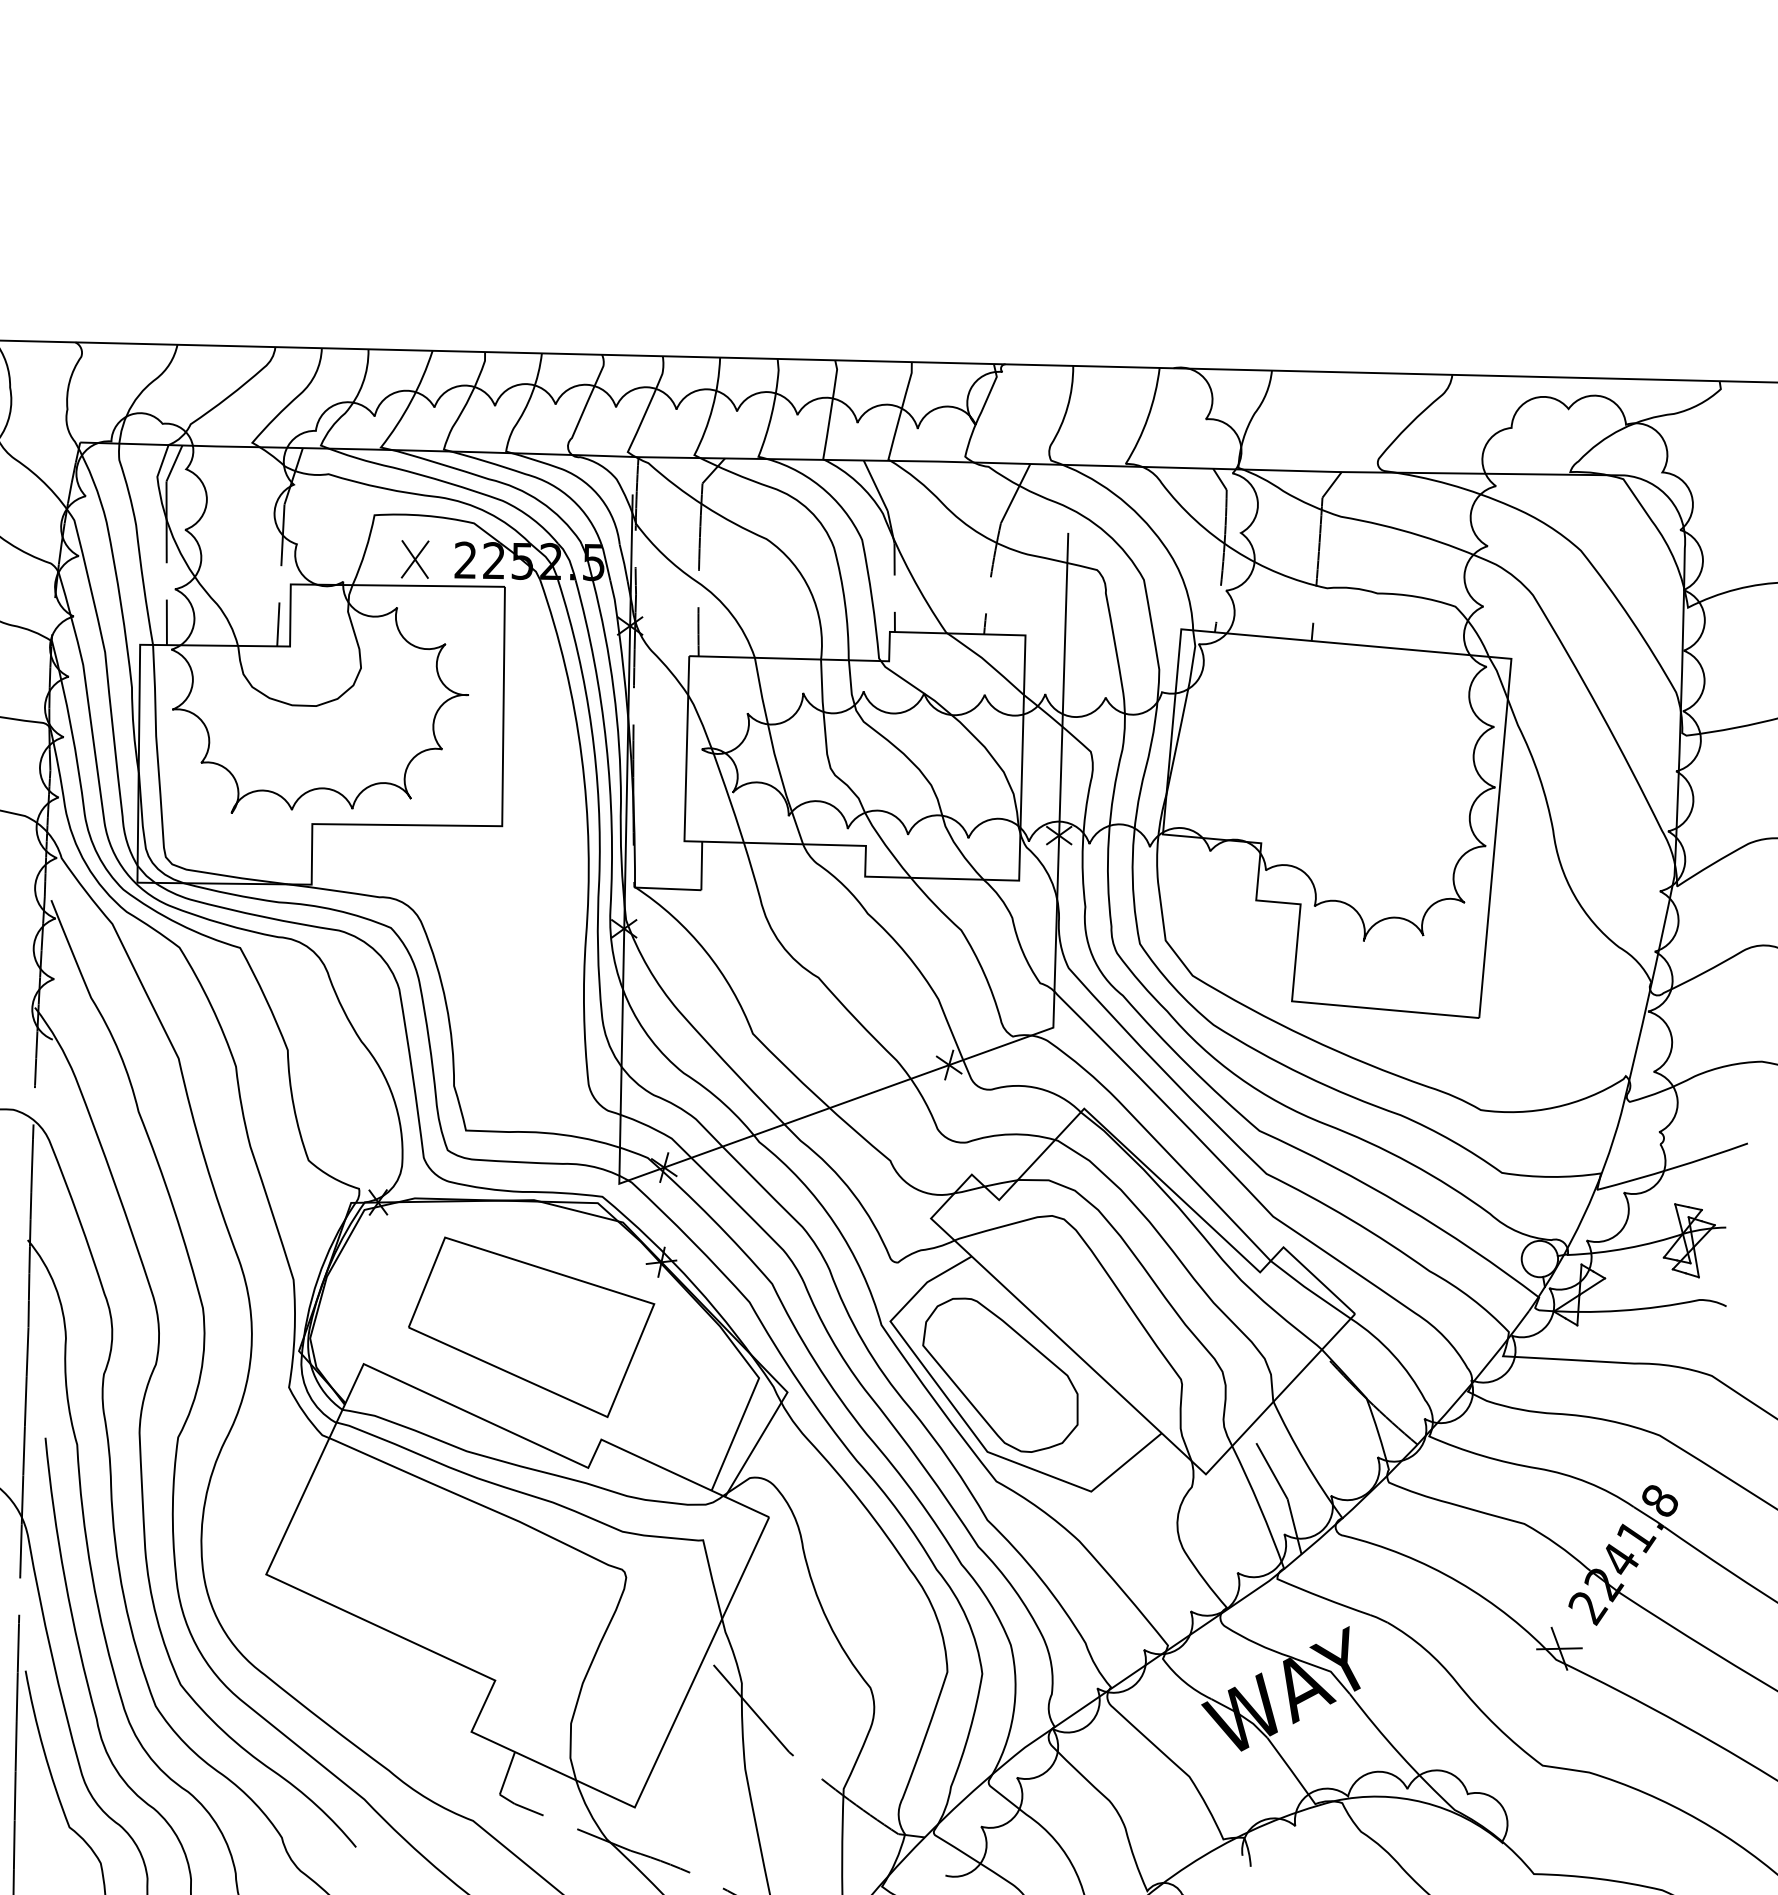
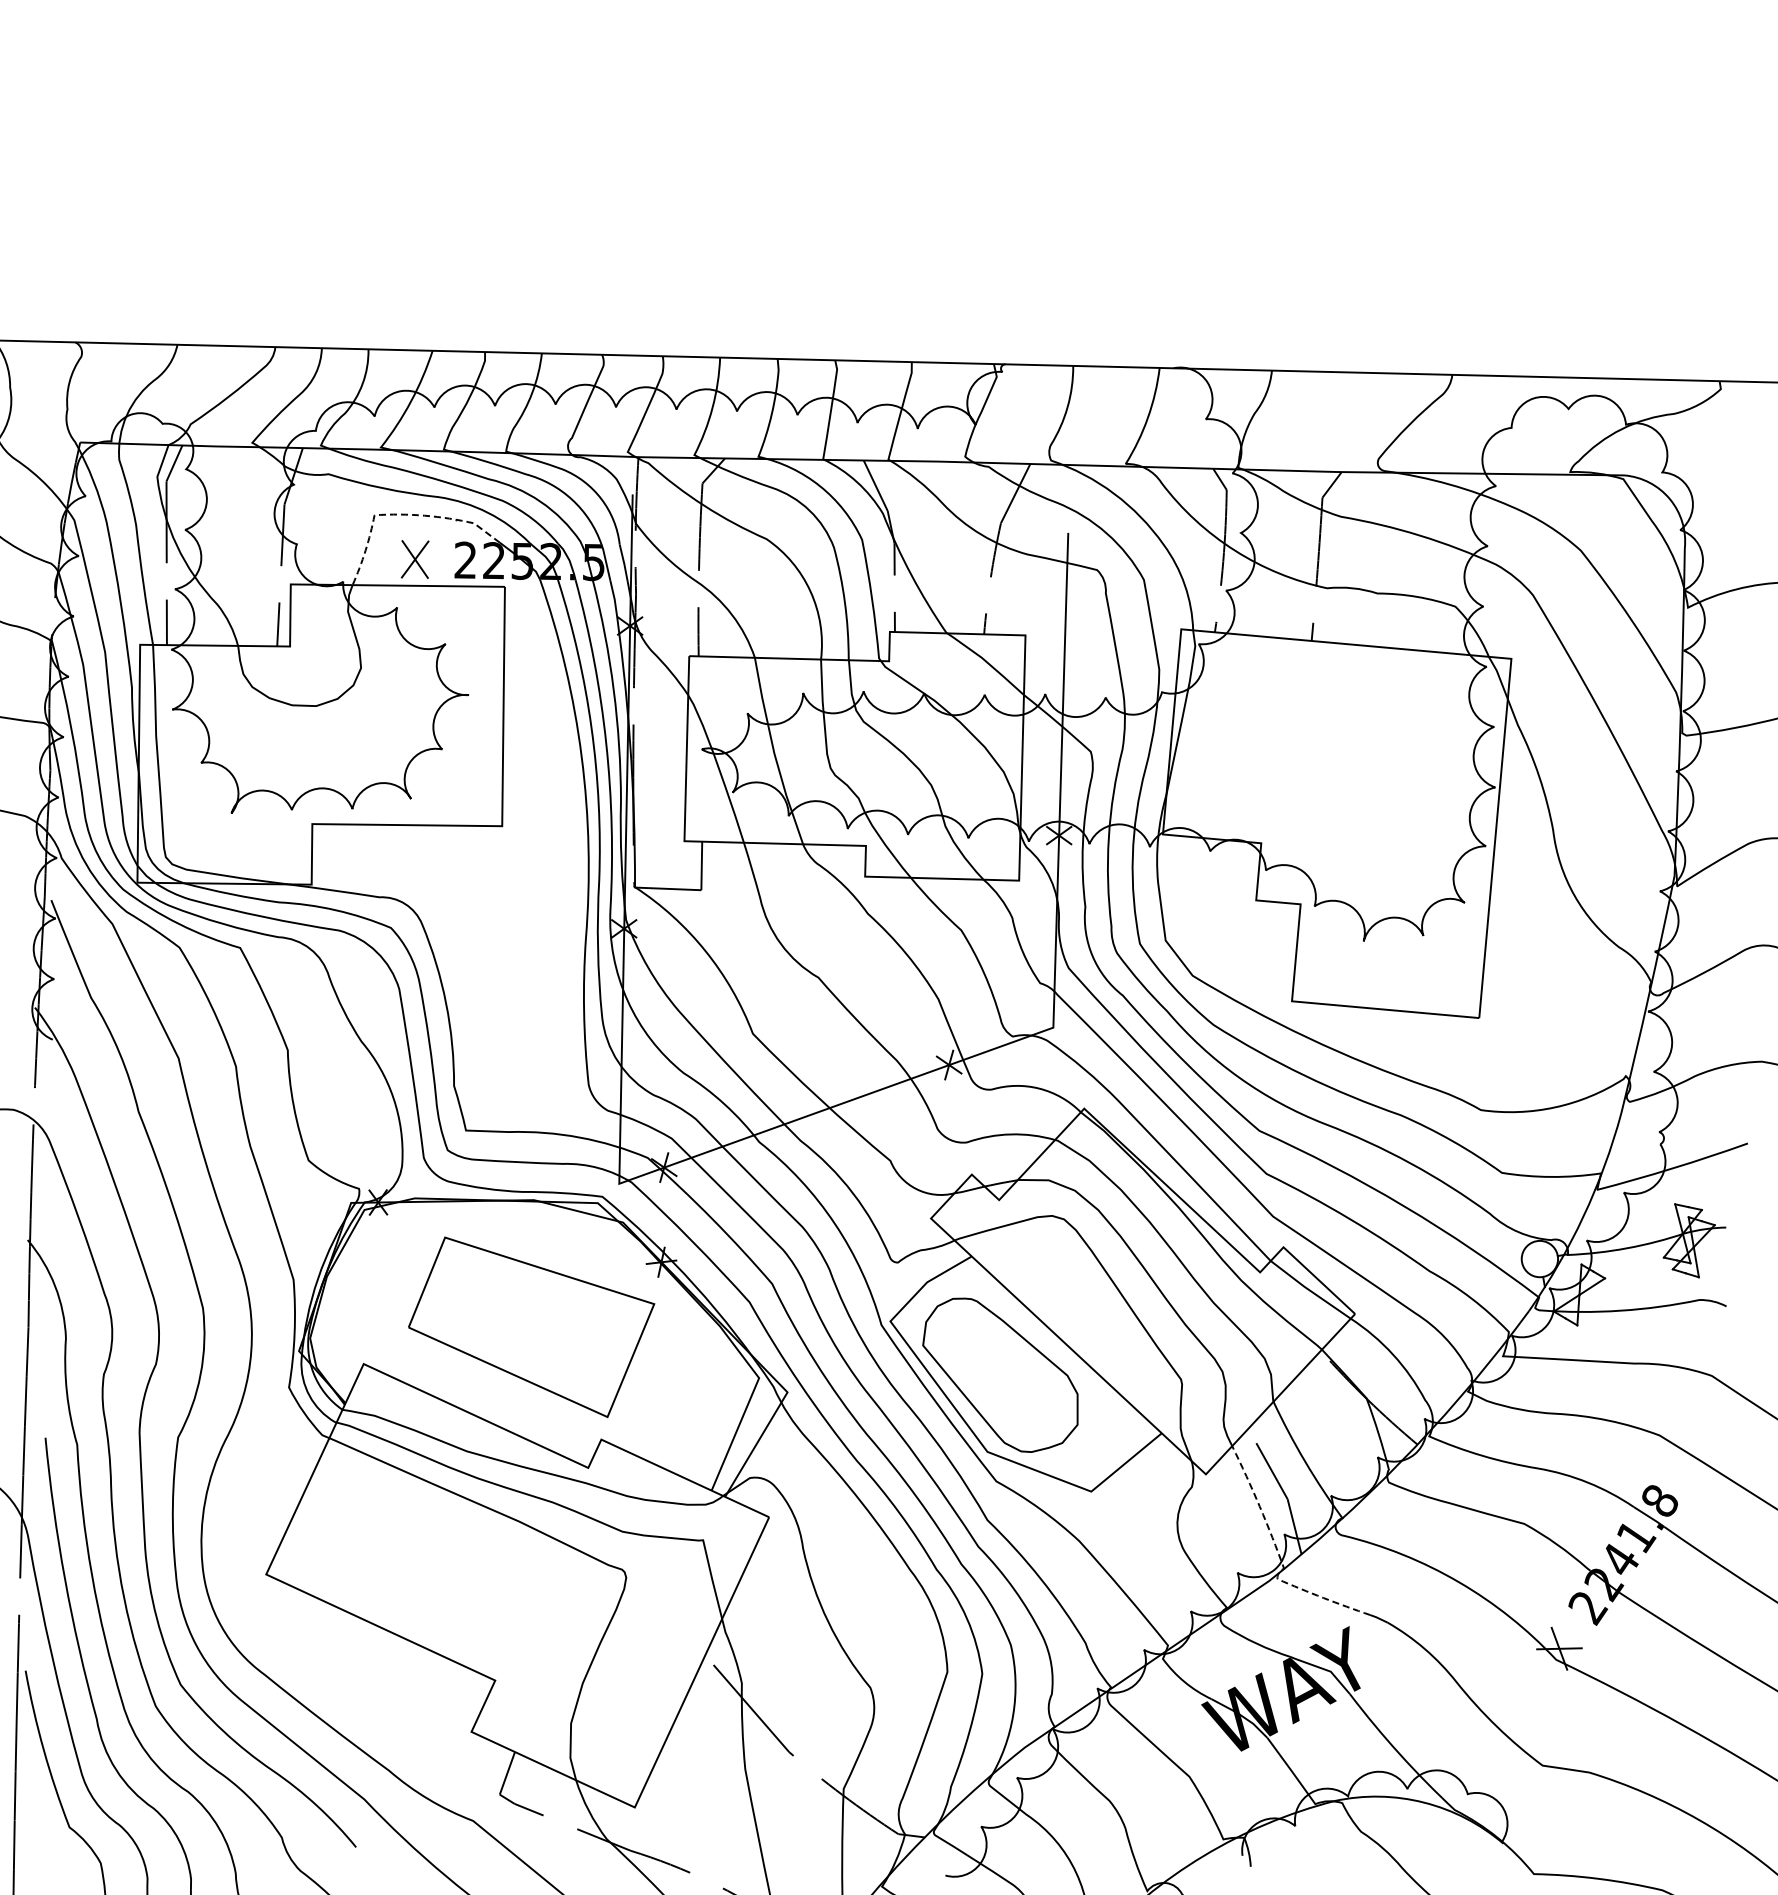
line at (403, 514): solid -> dashed
line at (1281, 1561): solid -> dashed
